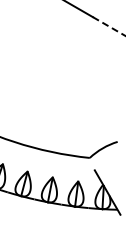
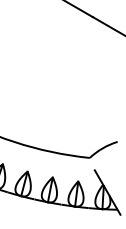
line at (109, 26): dashed -> solid
